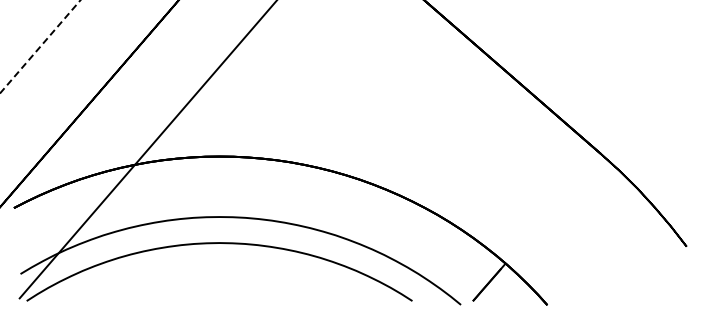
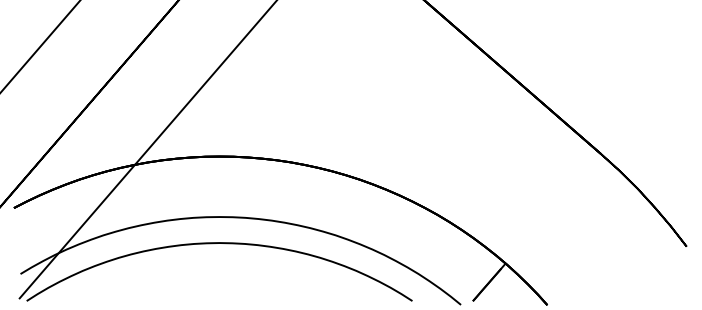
line at (40, 46): dashed -> solid
